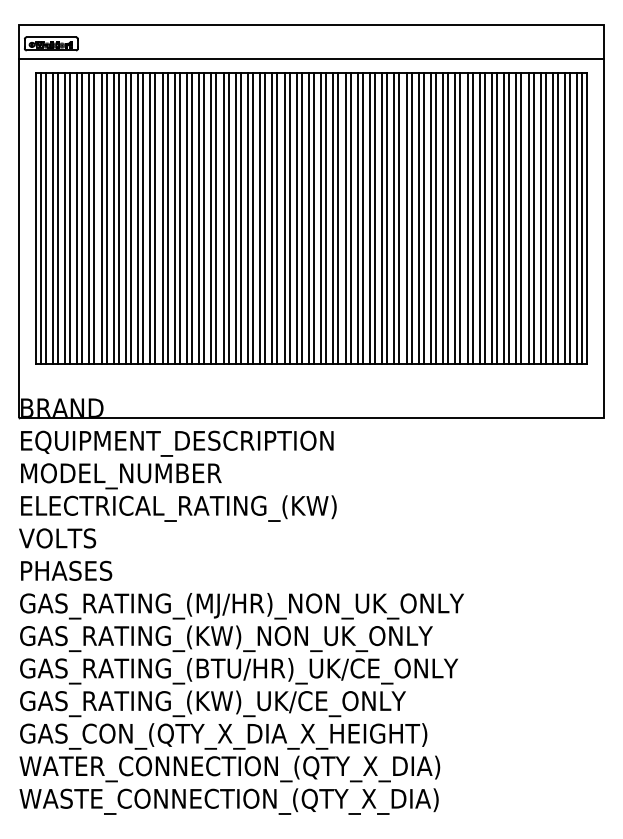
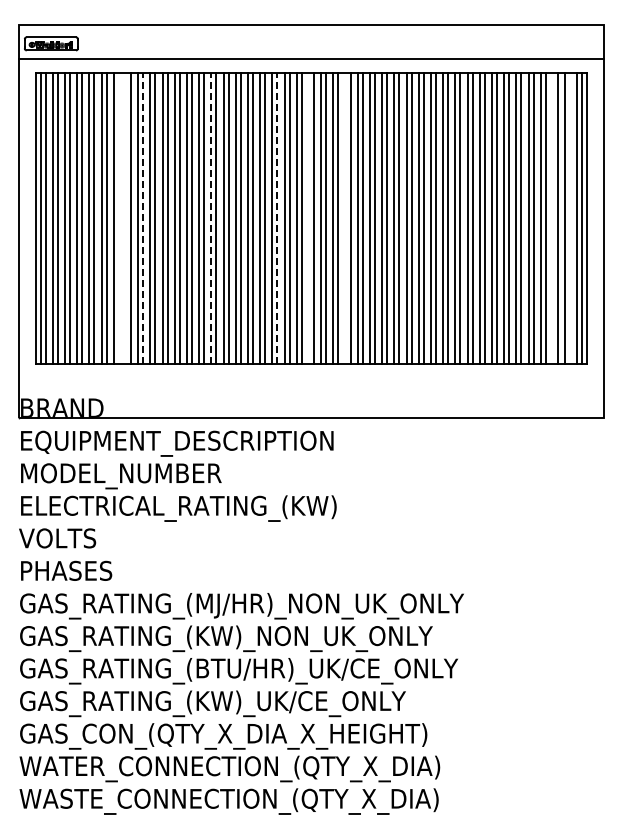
line at (118, 217): present -> none
line at (126, 217): present -> none
line at (143, 217): solid -> dashed
line at (211, 217): solid -> dashed
line at (277, 217): solid -> dashed
line at (309, 217): present -> none
line at (345, 217): present -> none
line at (553, 217): present -> none
line at (570, 217): present -> none
